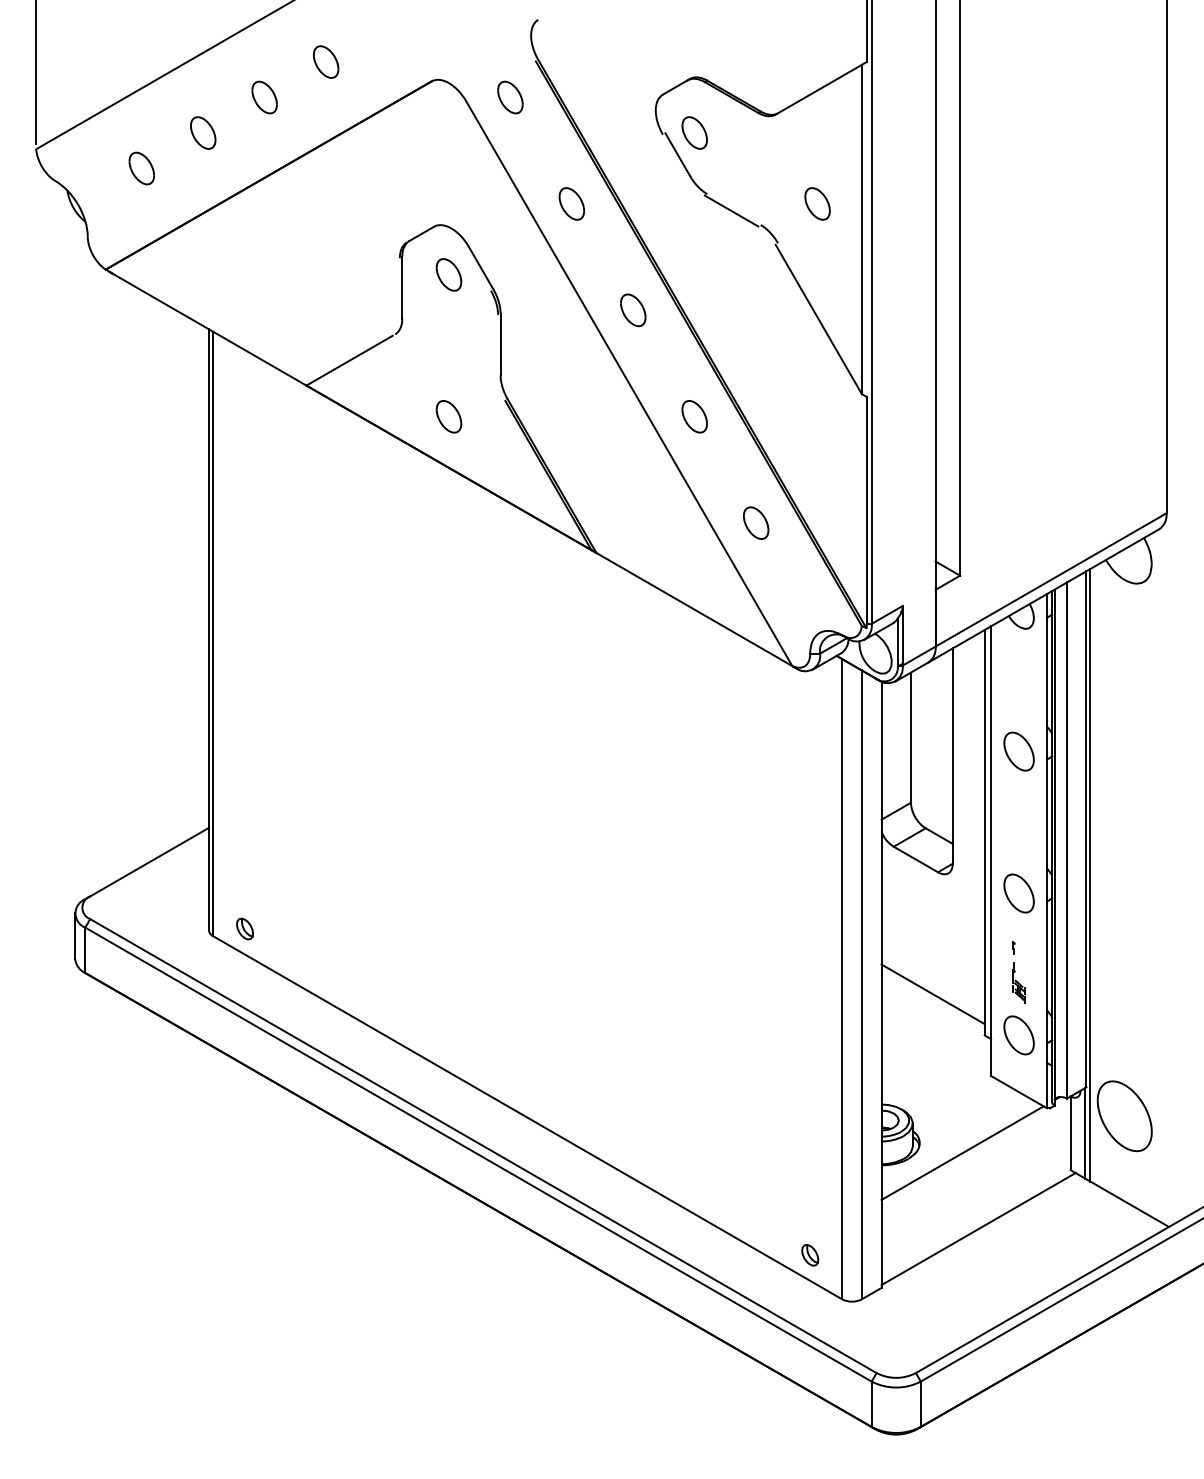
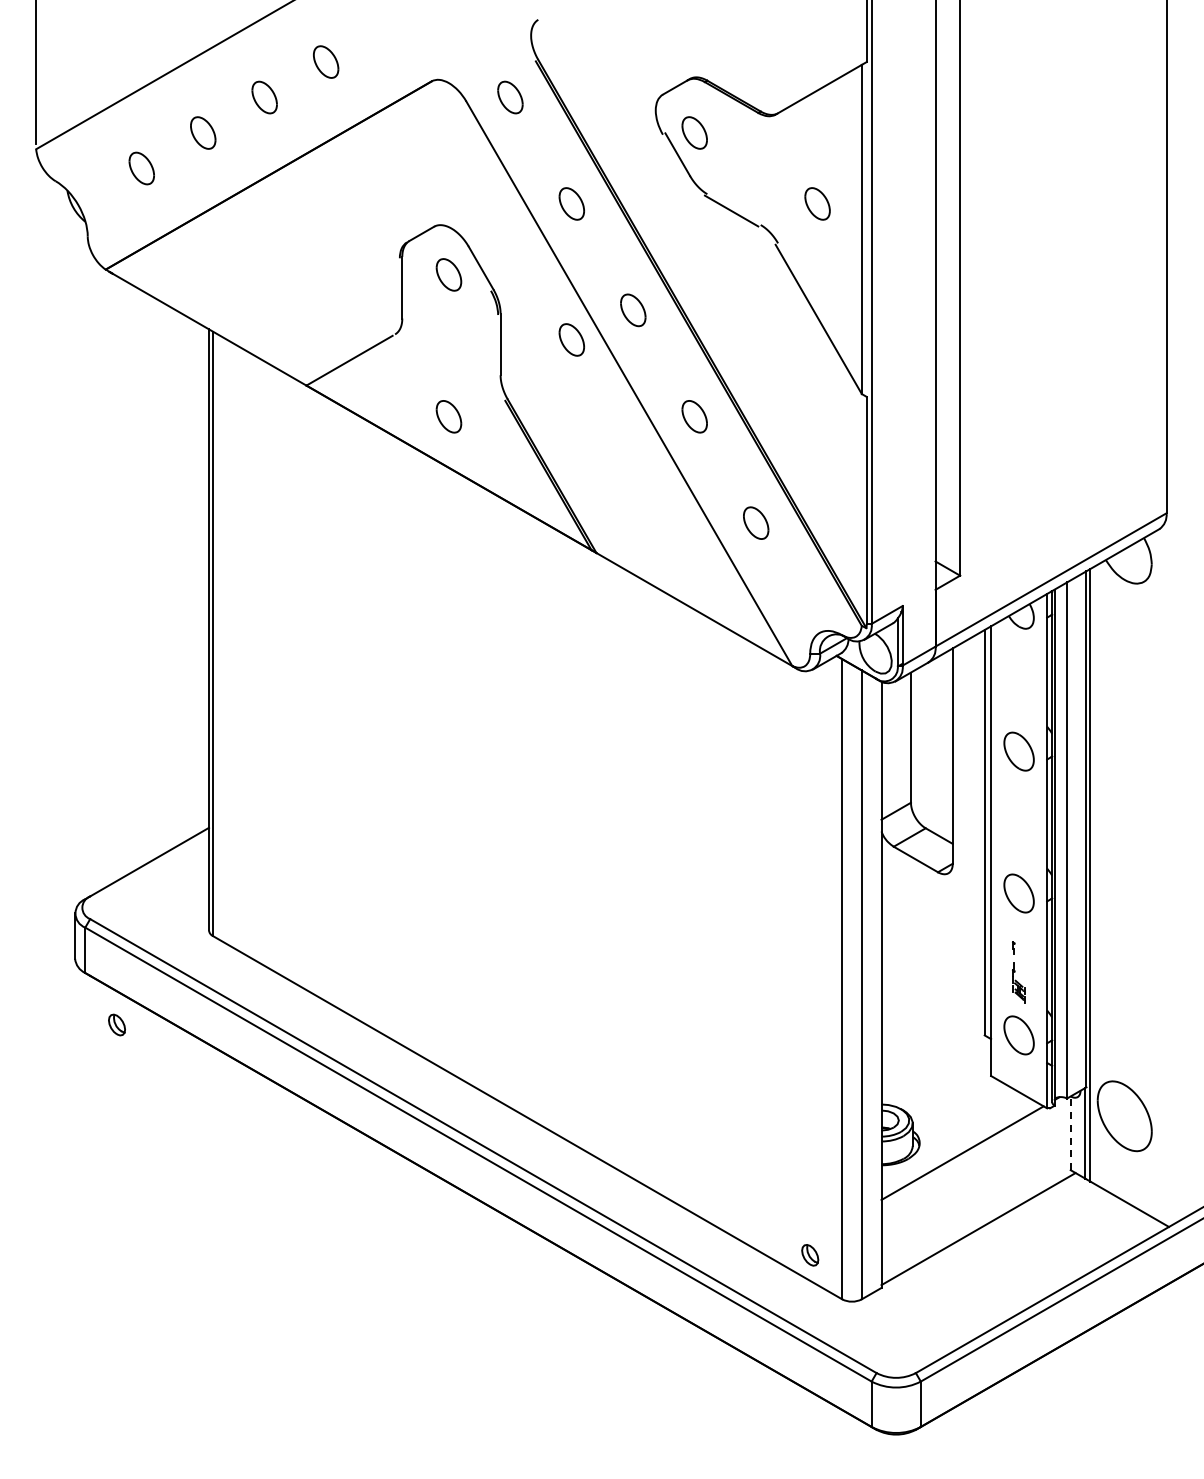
part at (571, 339): none -> present
part at (244, 928) position: (244, 928) -> (116, 1024)
line at (932, 994): present -> none
line at (1070, 1133): solid -> dashed
